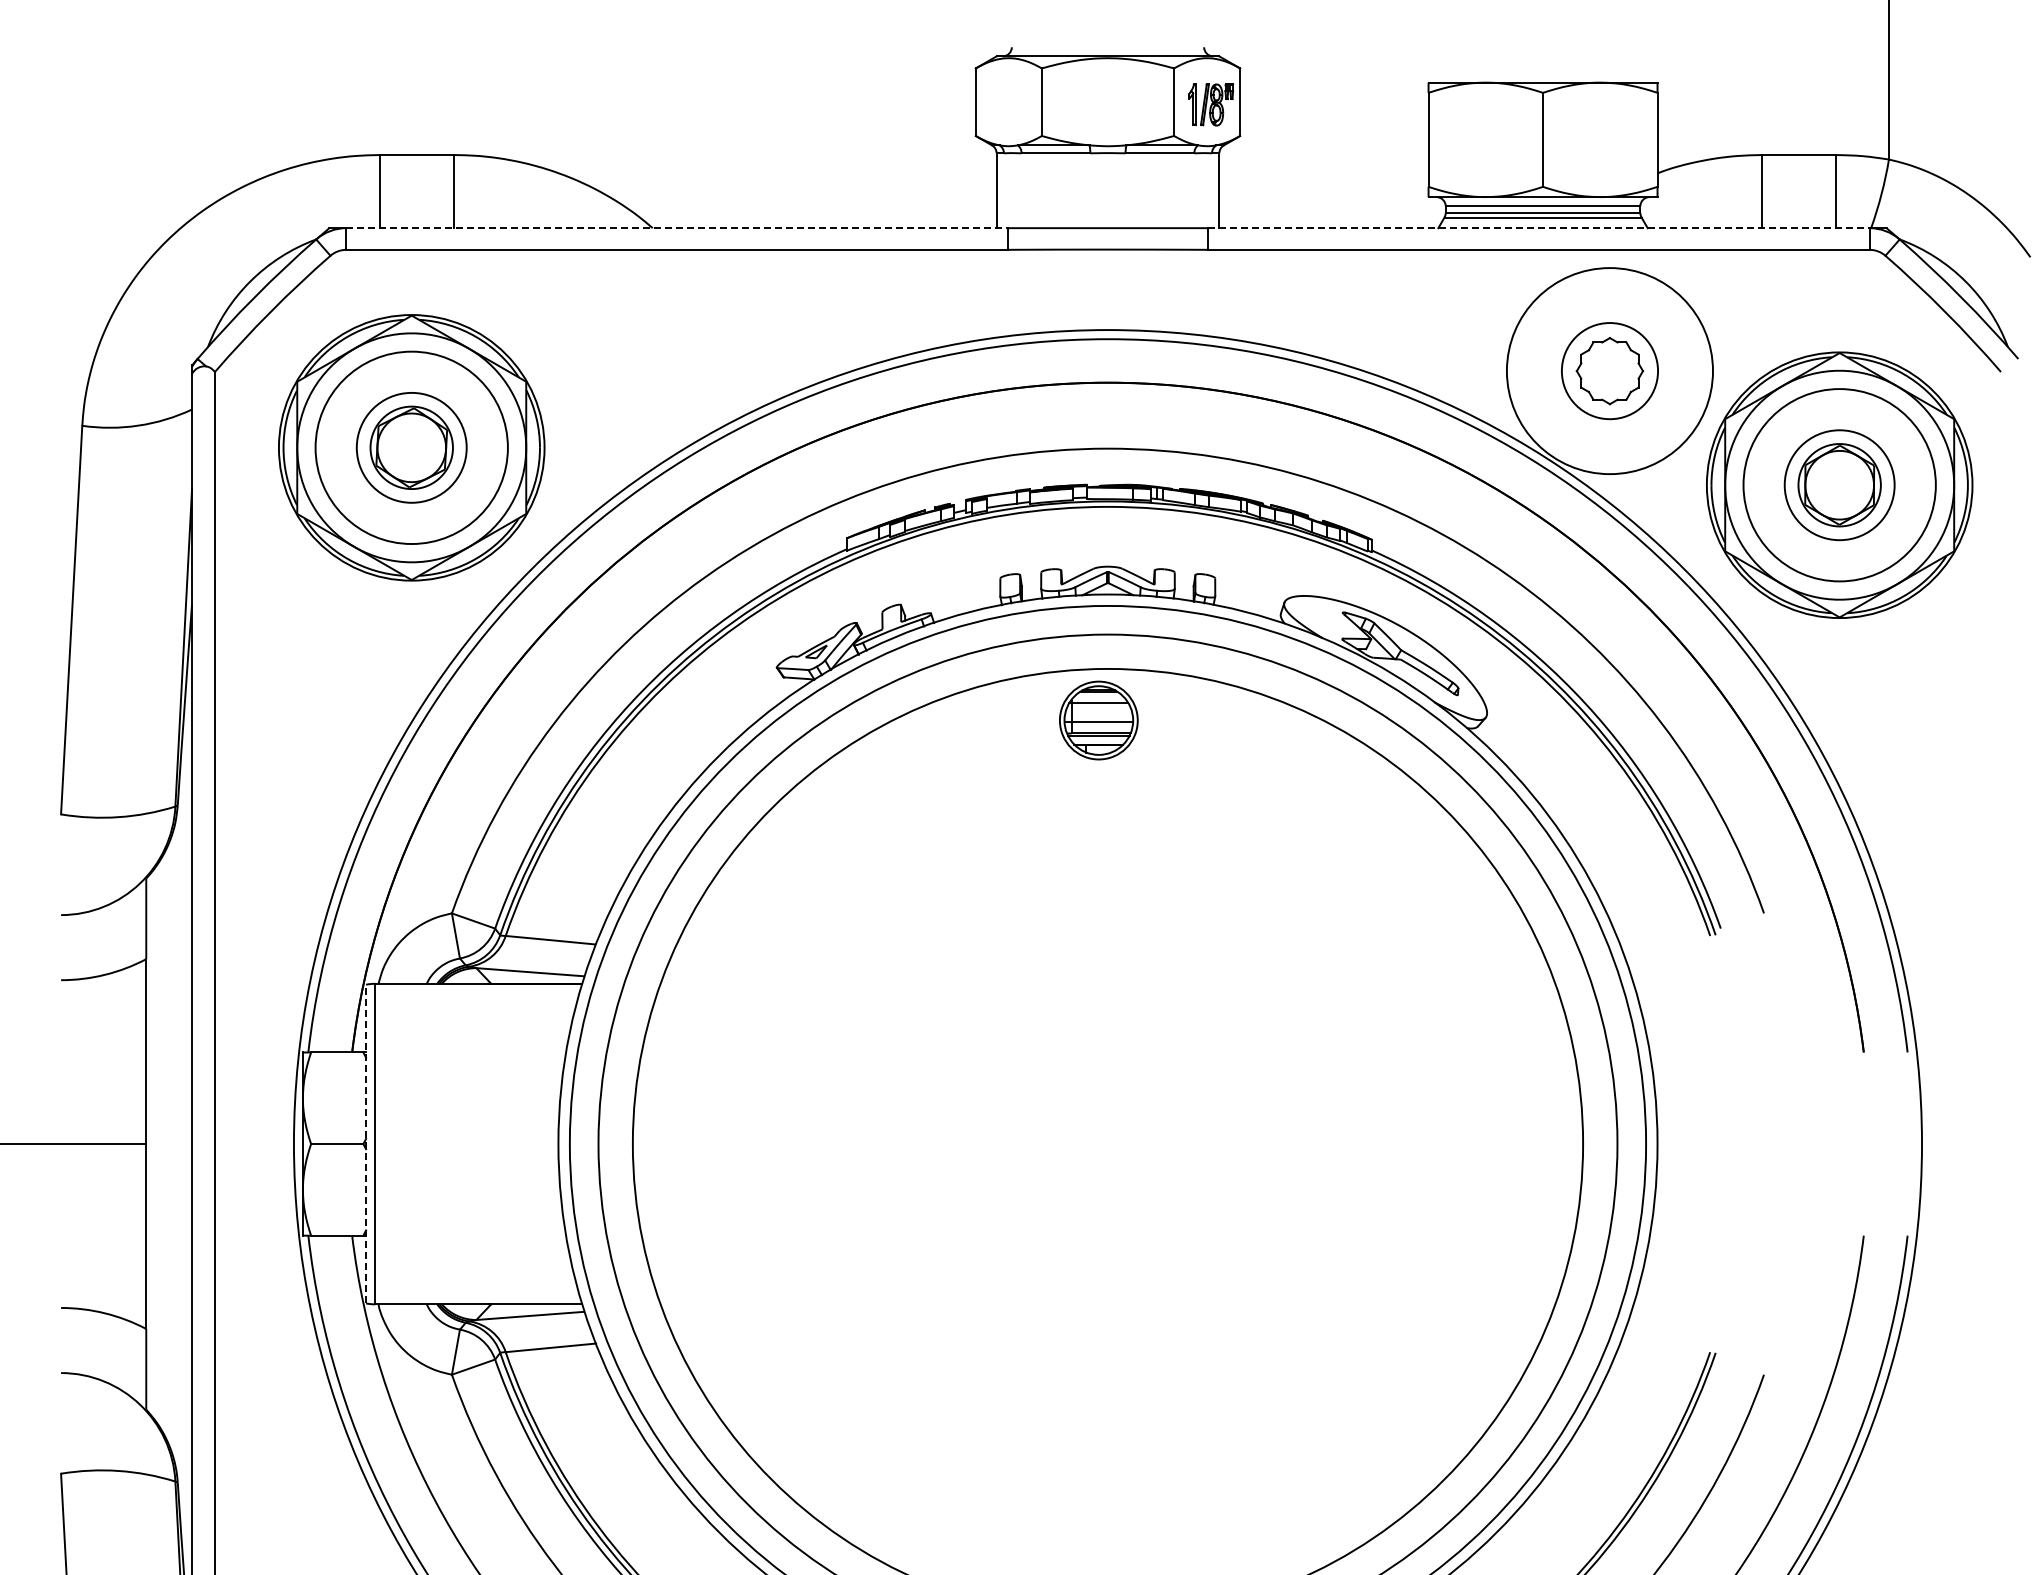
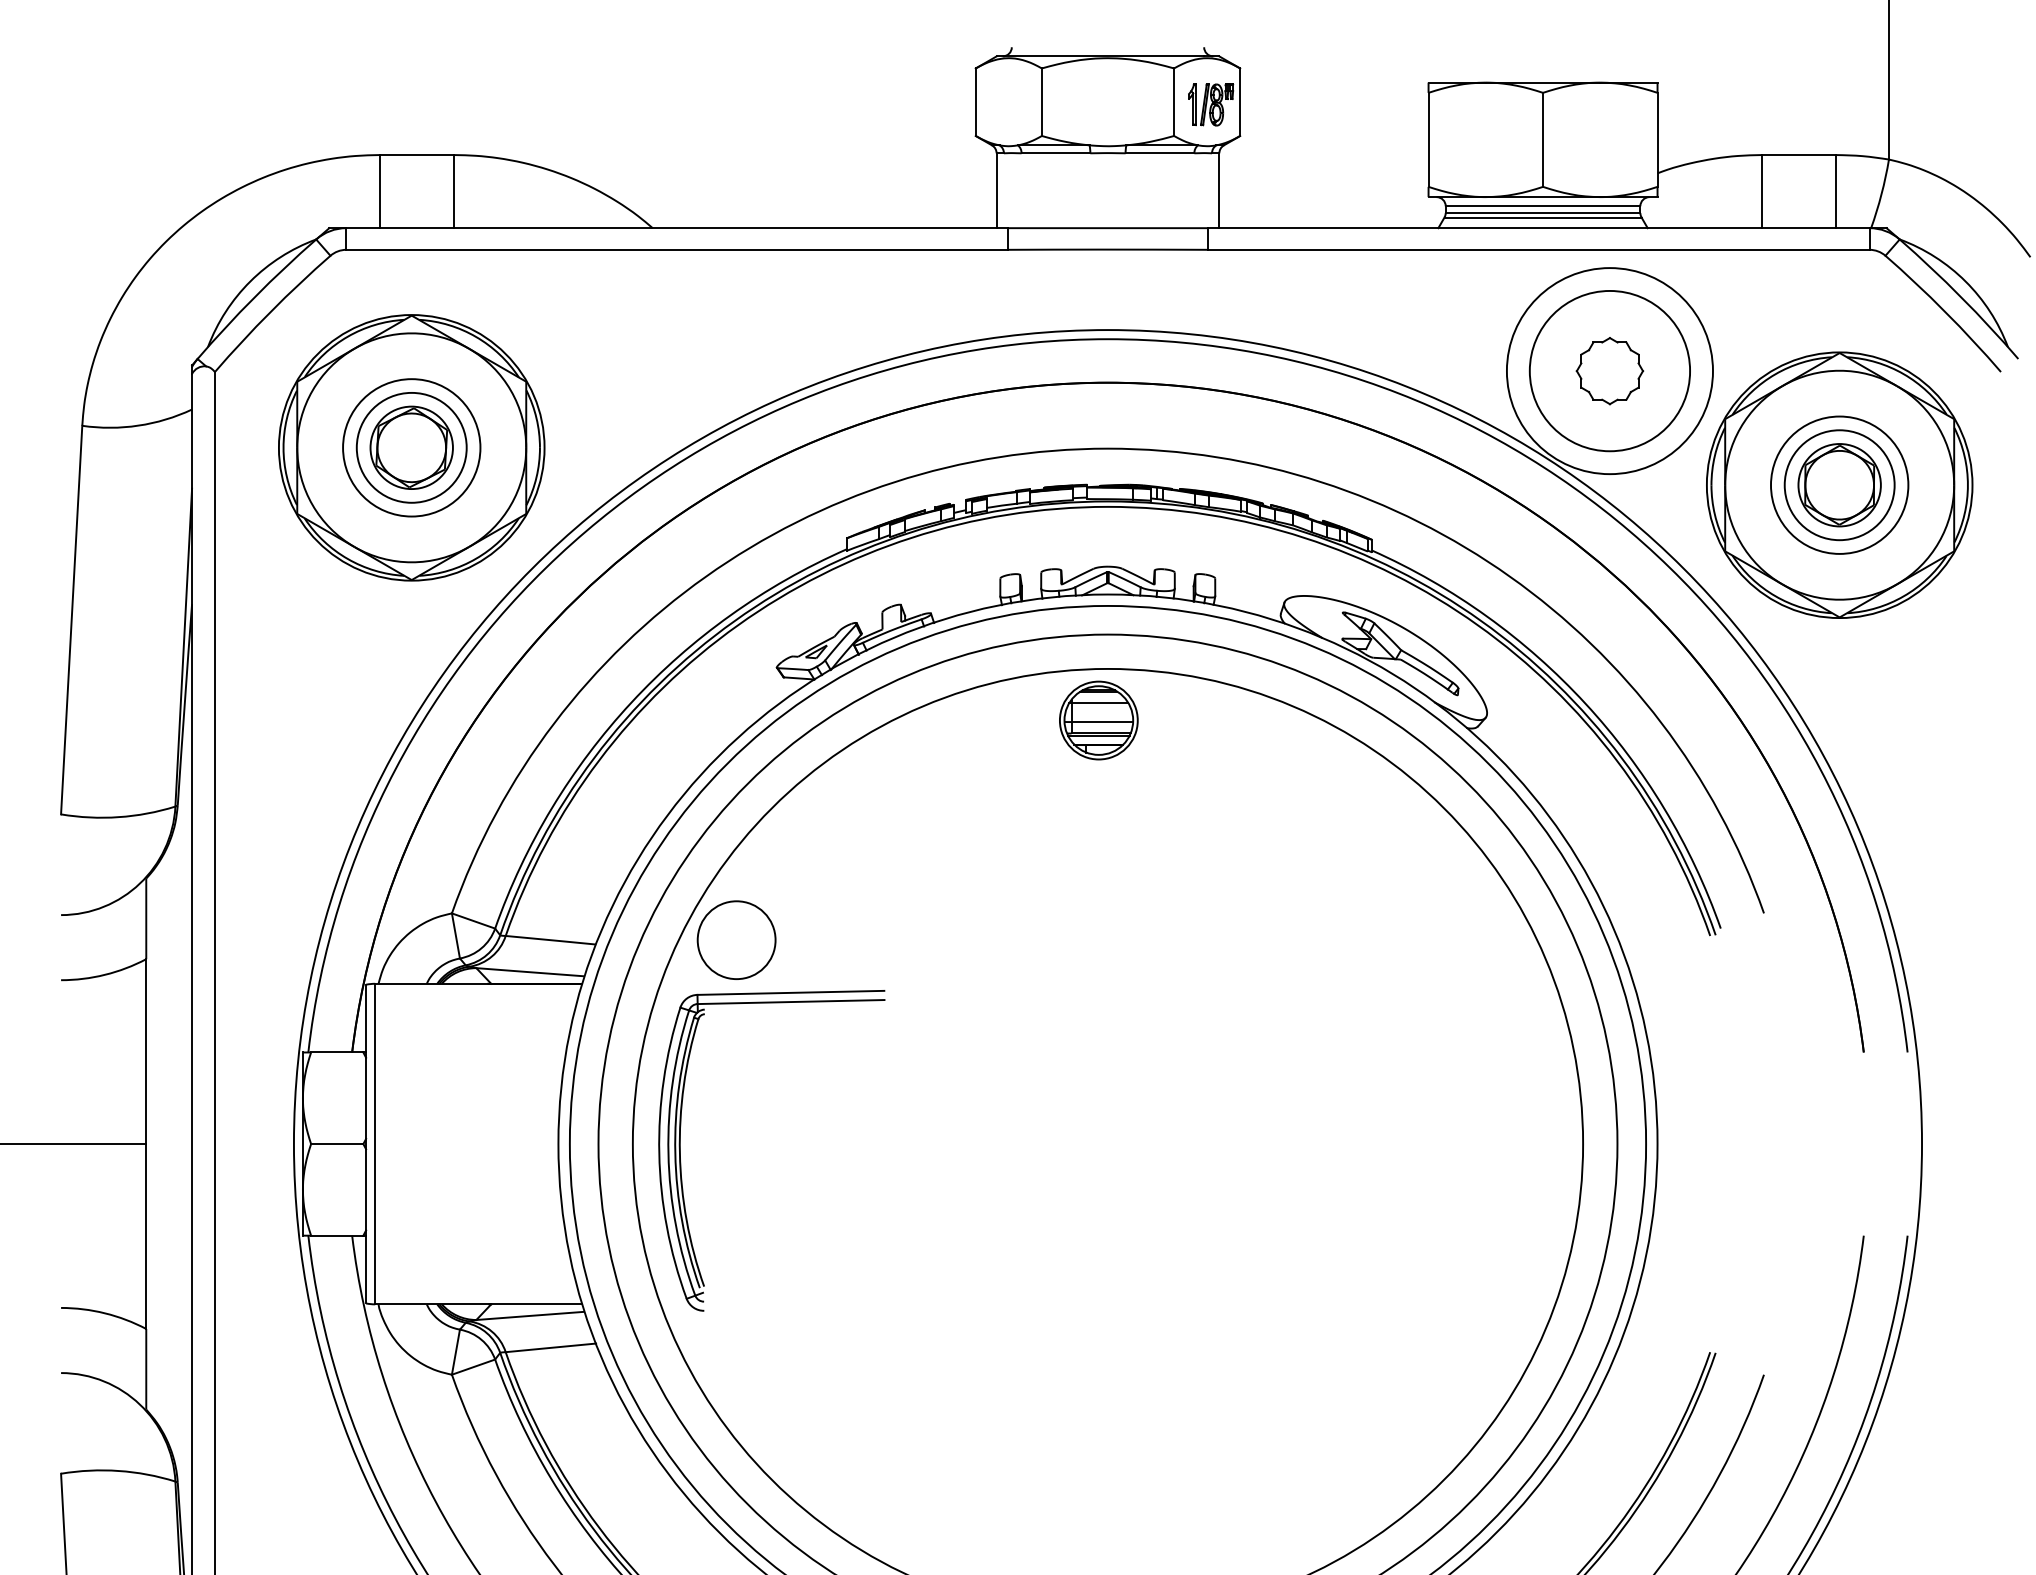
line at (677, 228): dashed -> solid
line at (1538, 228): dashed -> solid
circle at (1609, 371) diameter: 96 px -> 160 px
circle at (411, 447) diameter: 192 px -> 137 px
circle at (1839, 485) diameter: 192 px -> 137 px
circle at (736, 939): none -> present
line at (366, 1143): dashed -> solid
part at (681, 1162): none -> present
